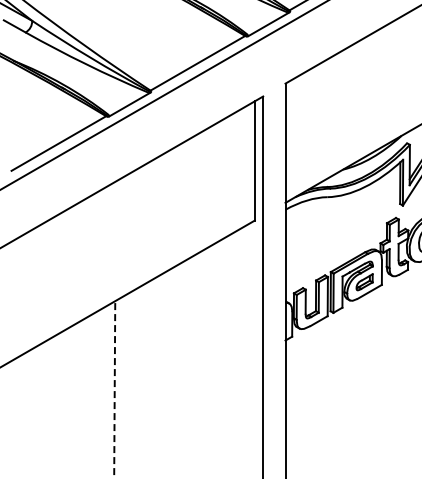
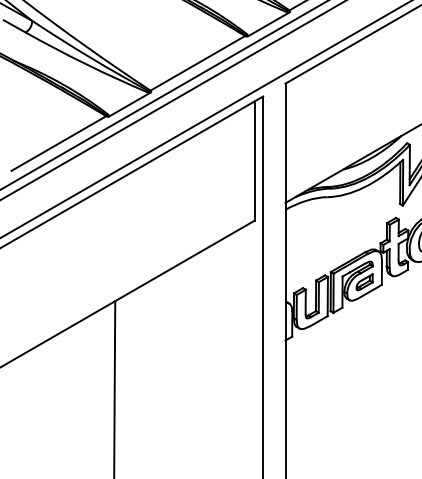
line at (172, 100): none -> present
line at (205, 119): none -> present
line at (114, 389): dashed -> solid
